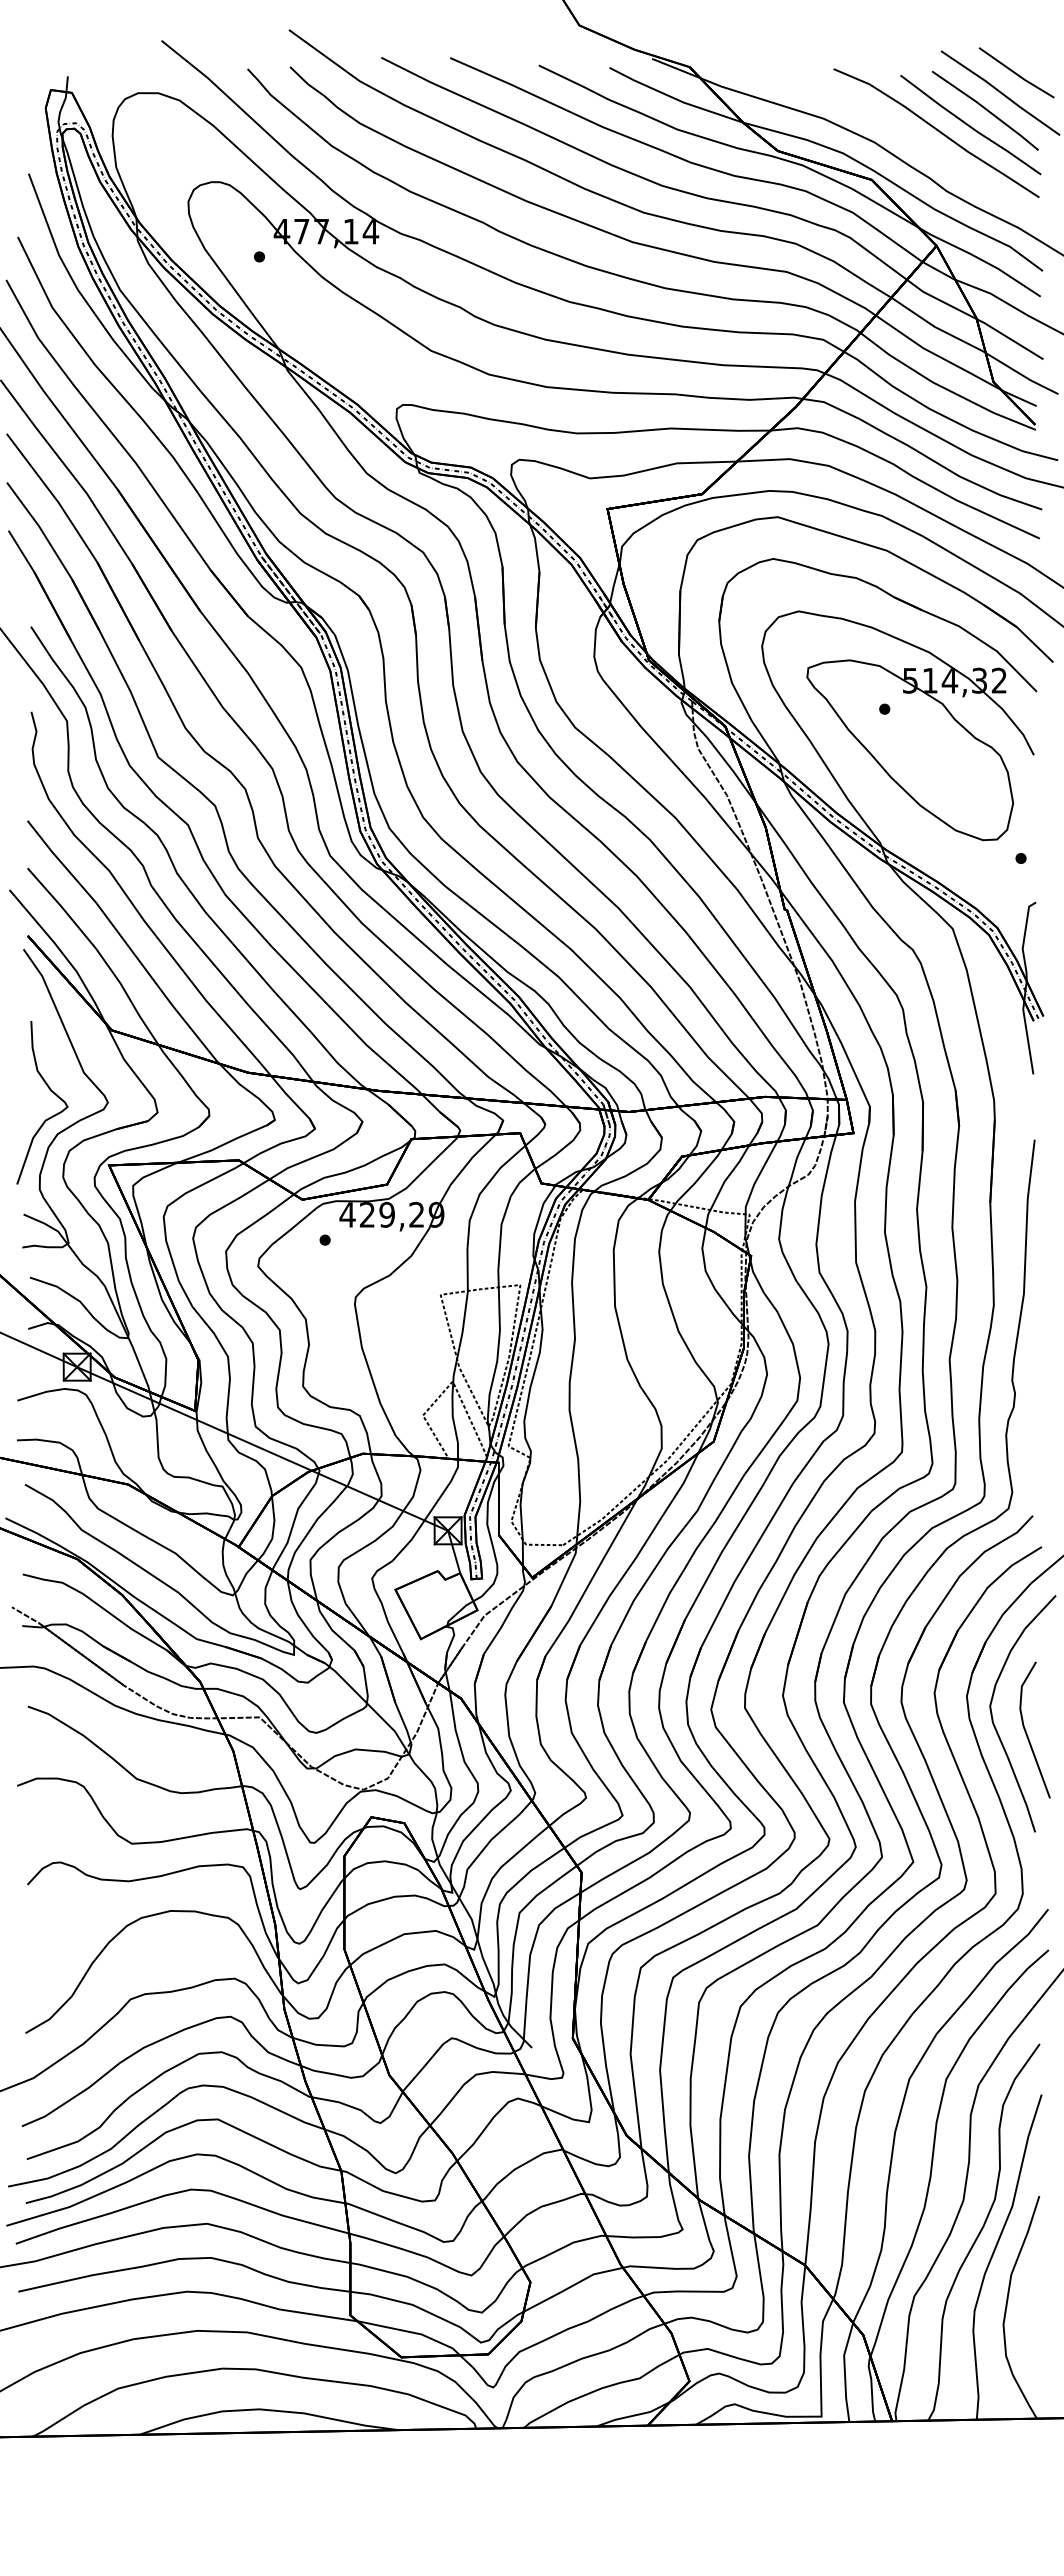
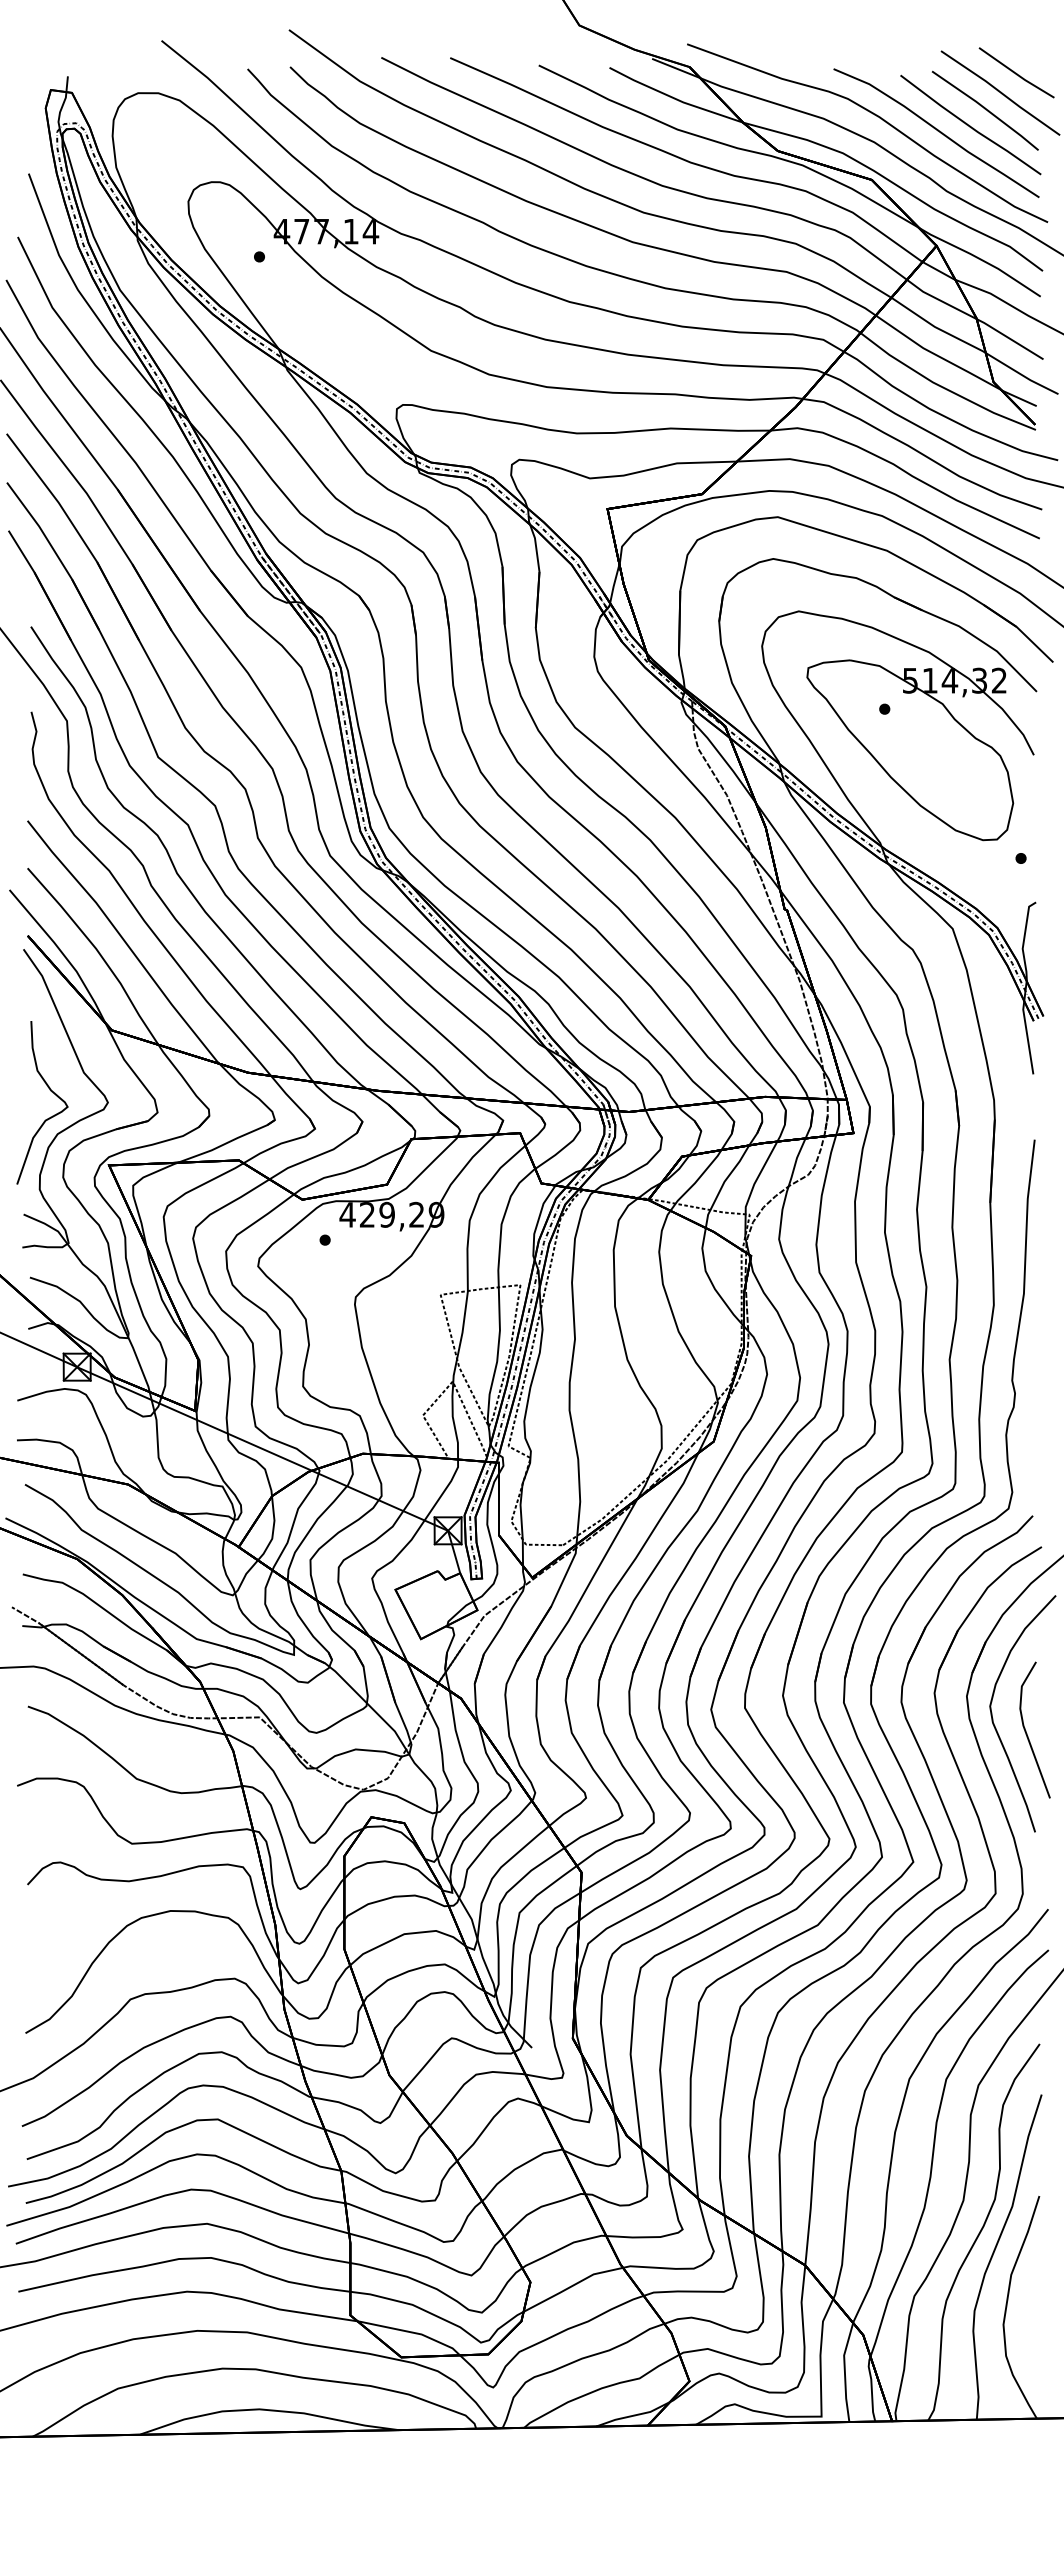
curve at (877, 117): none -> present
